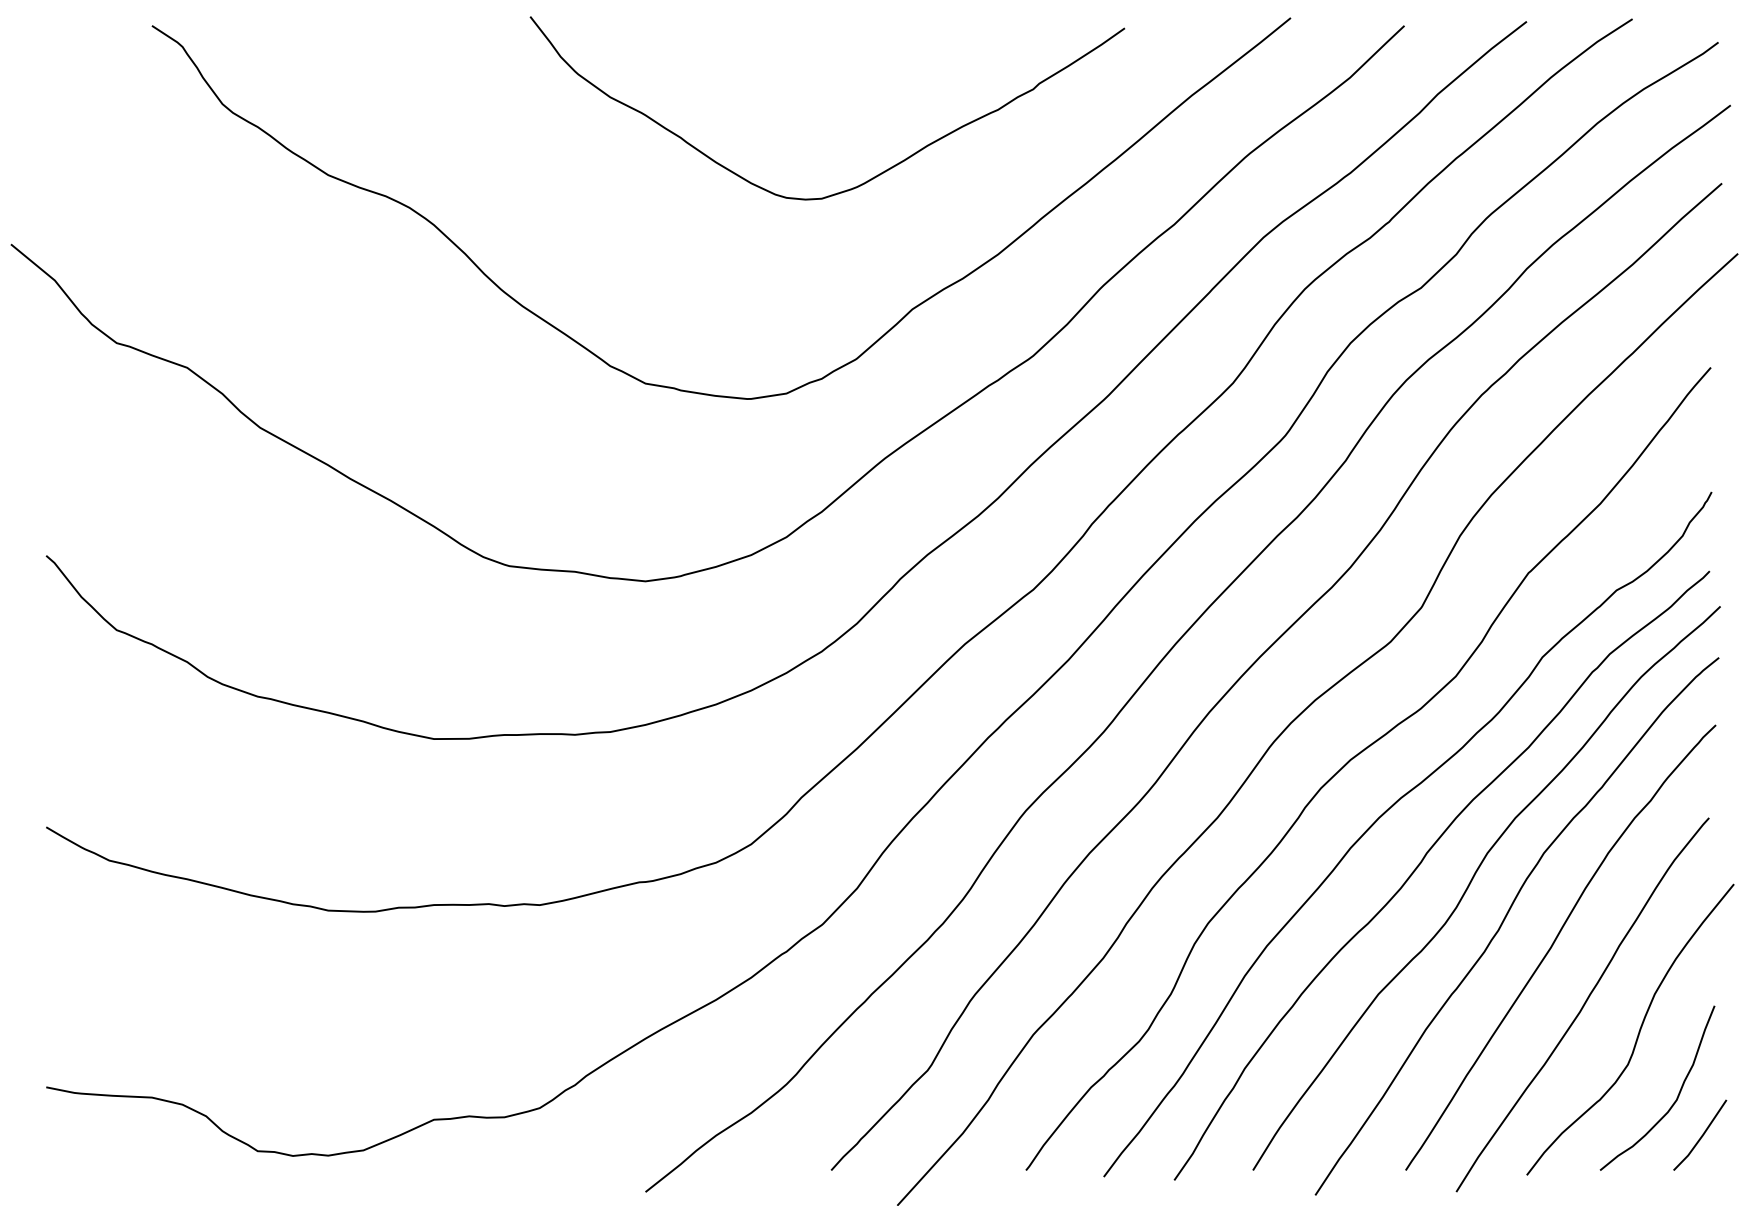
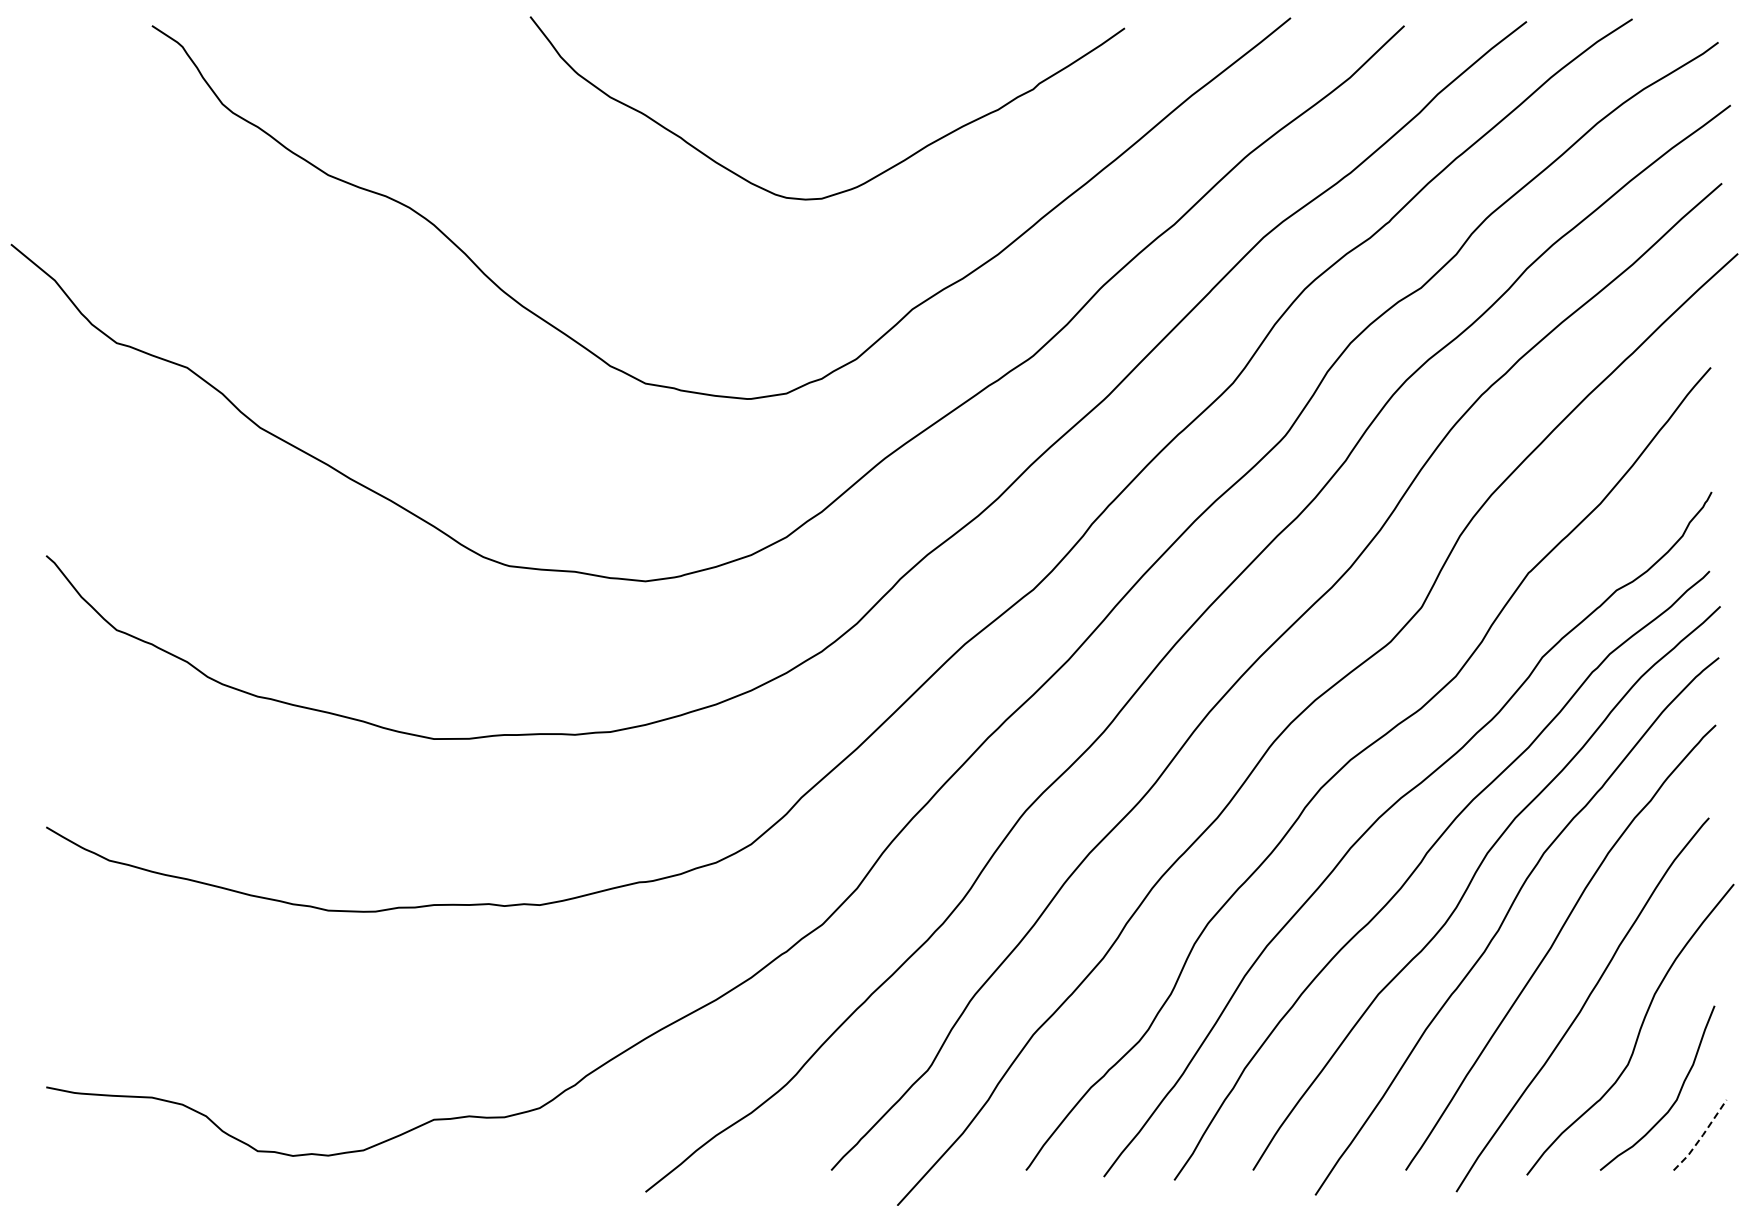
line at (1701, 1136): solid -> dashed
